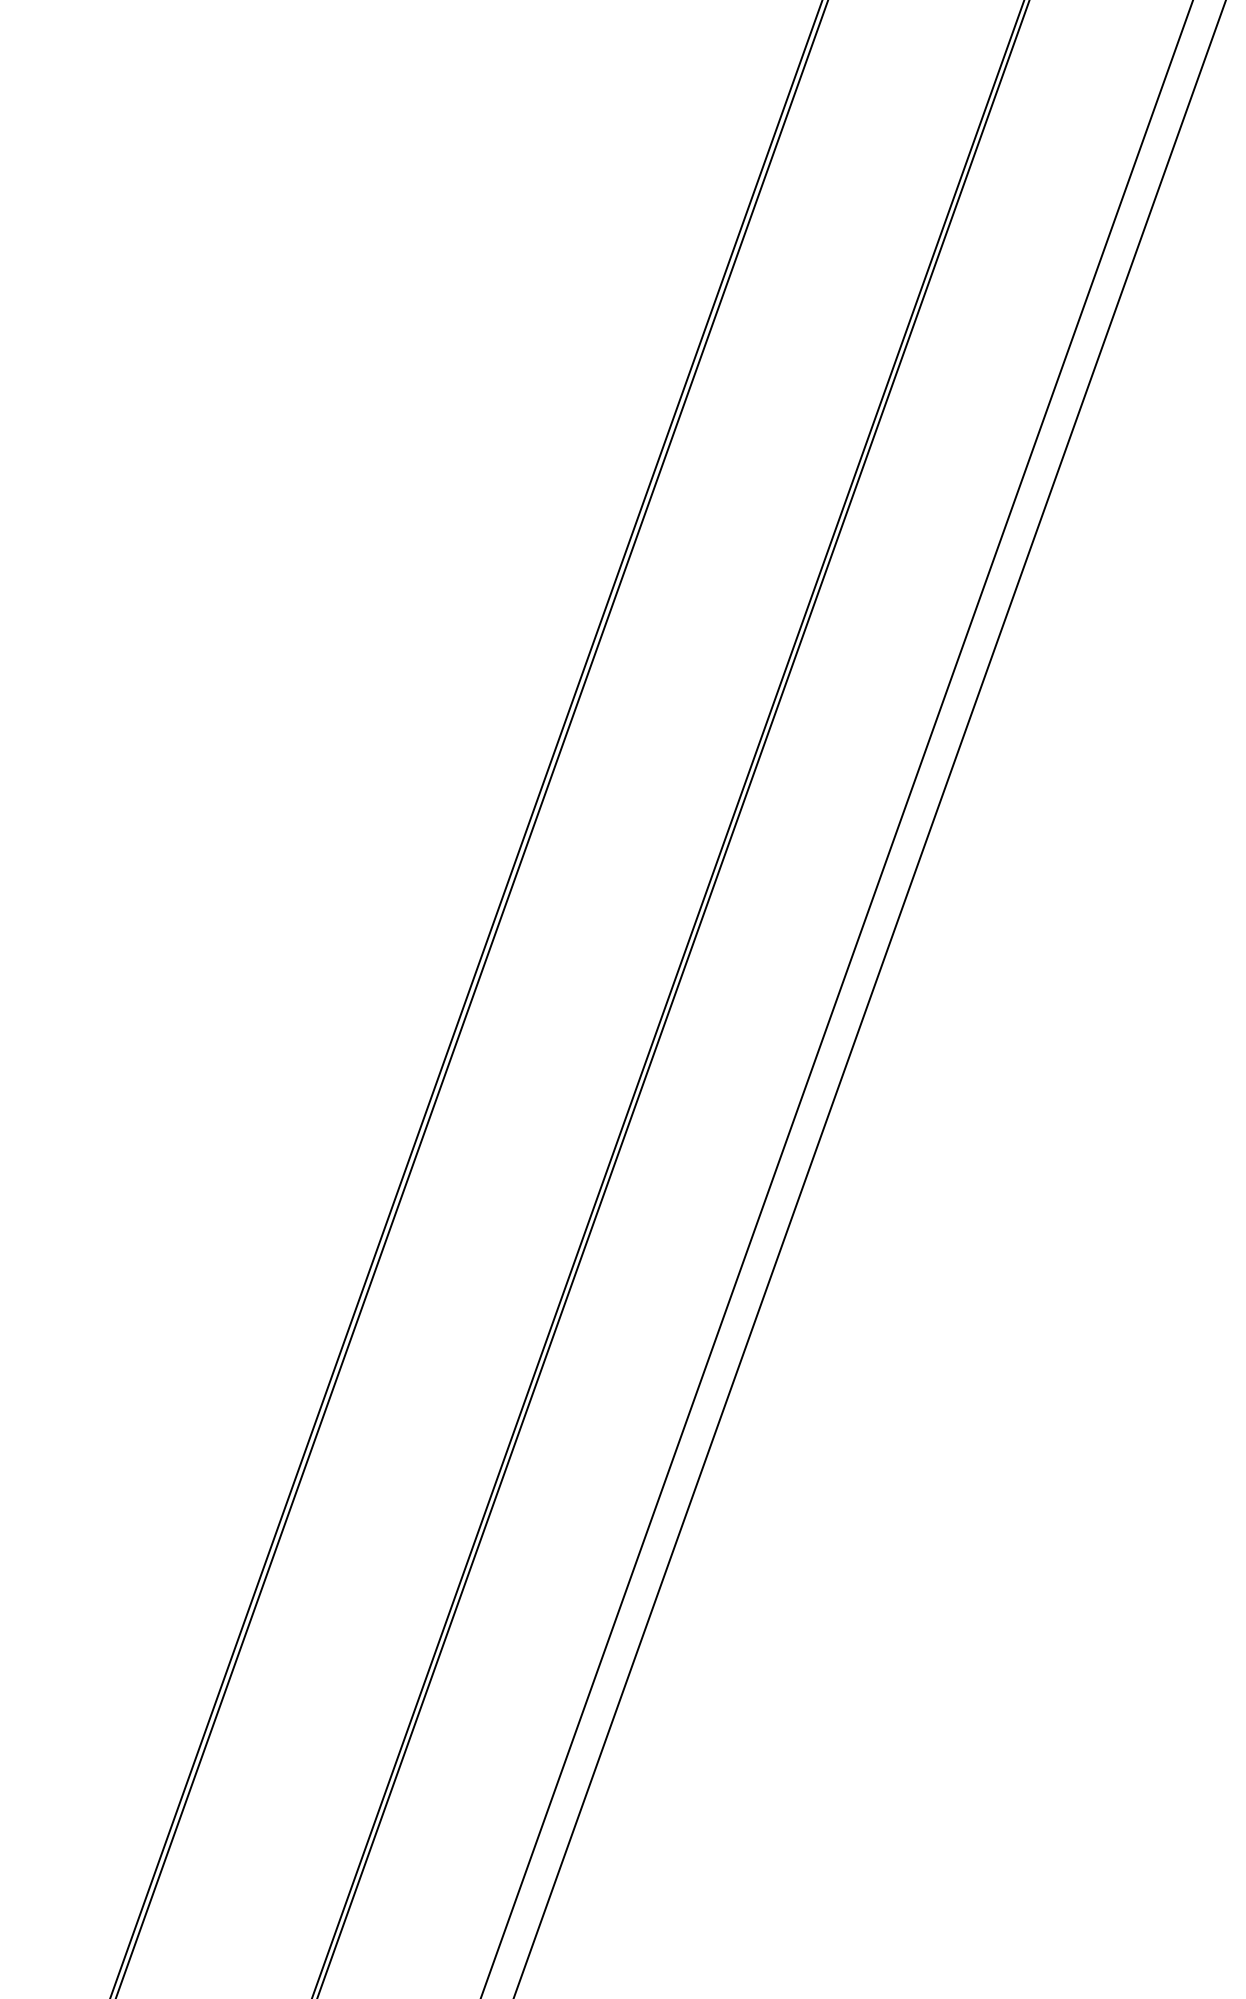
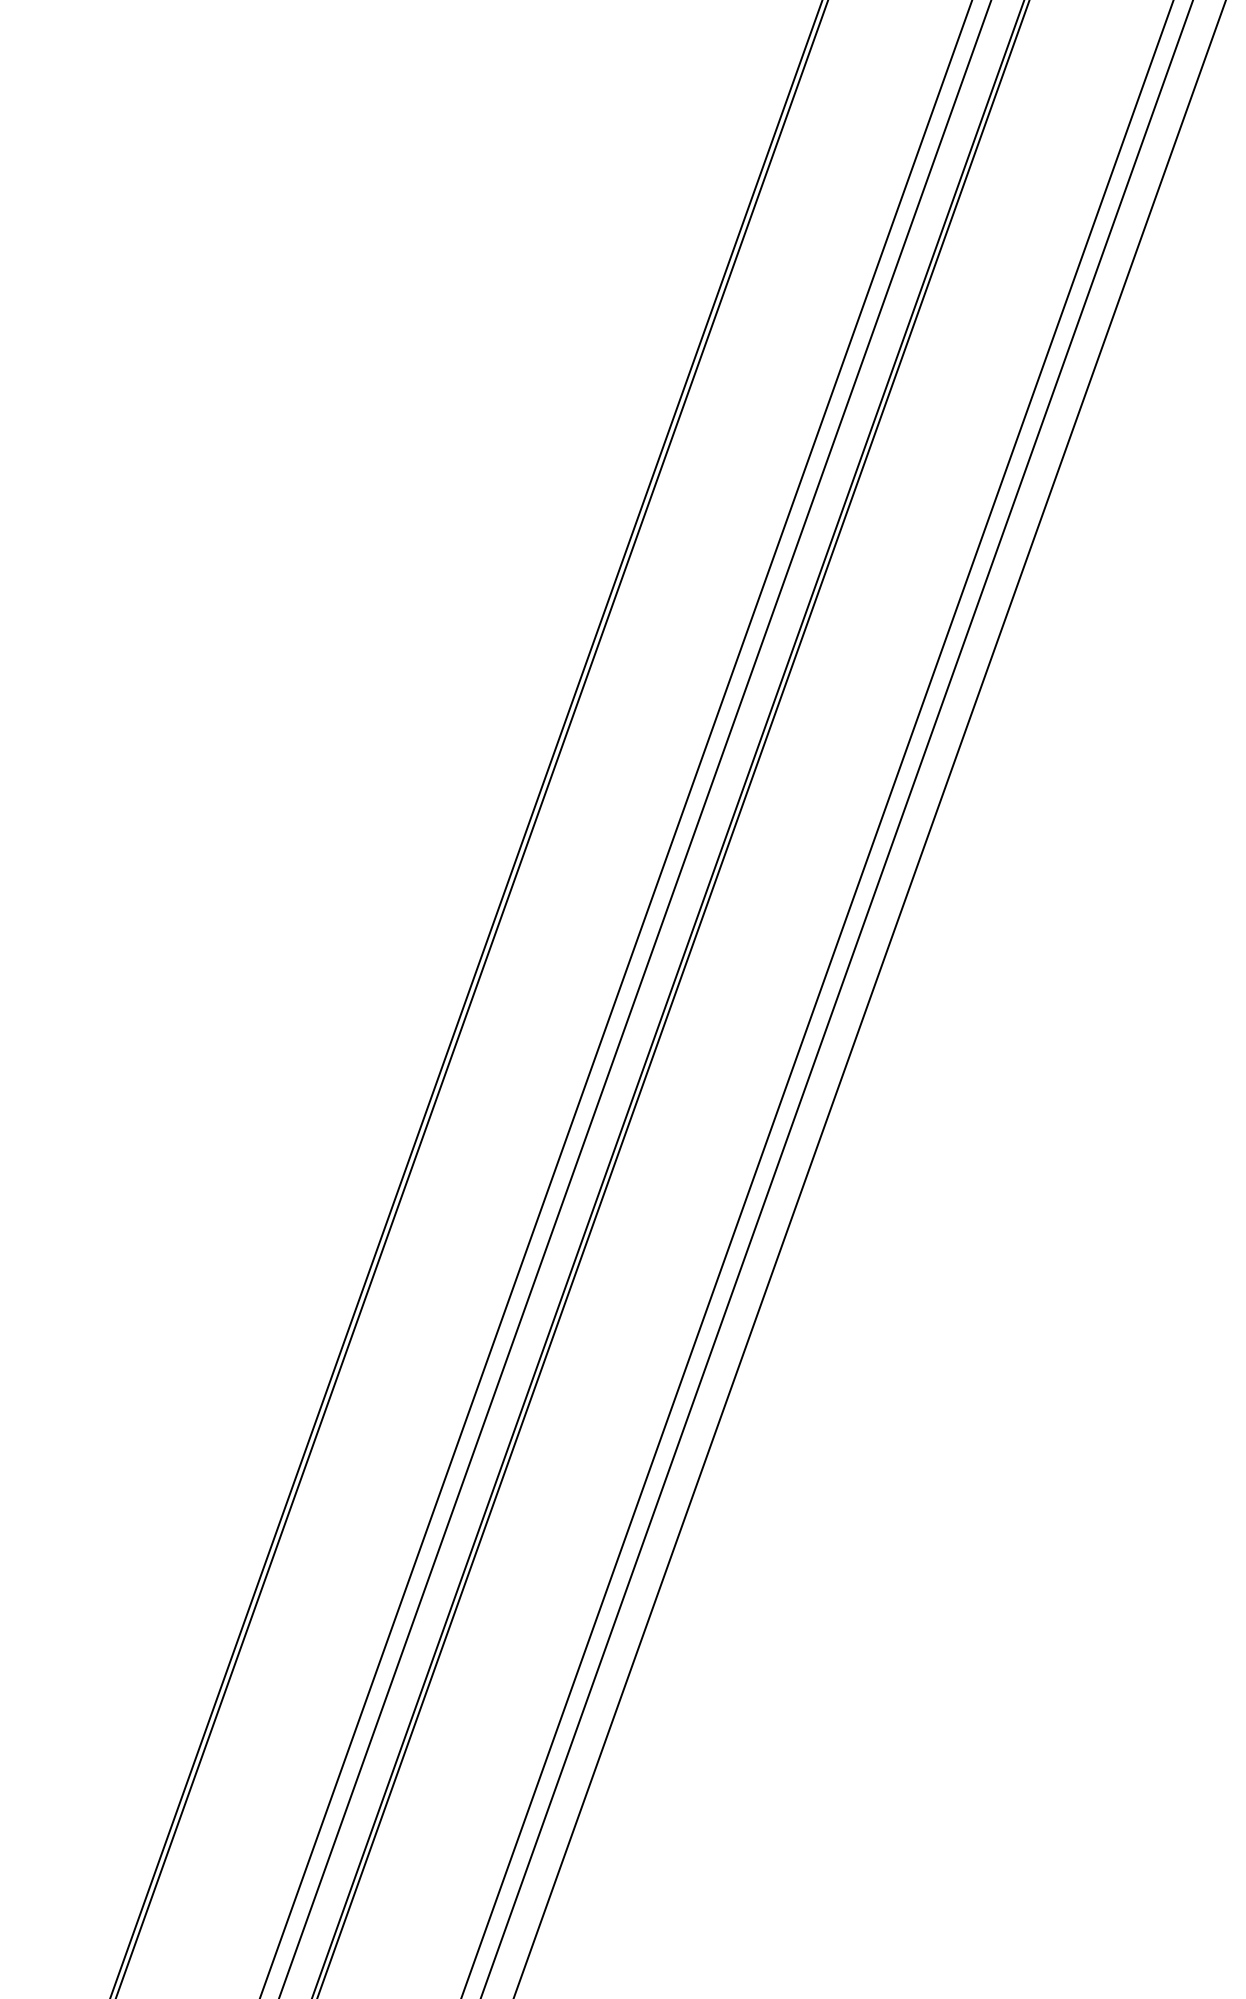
line at (616, 998): none -> present
line at (634, 998): none -> present
line at (817, 998): none -> present
